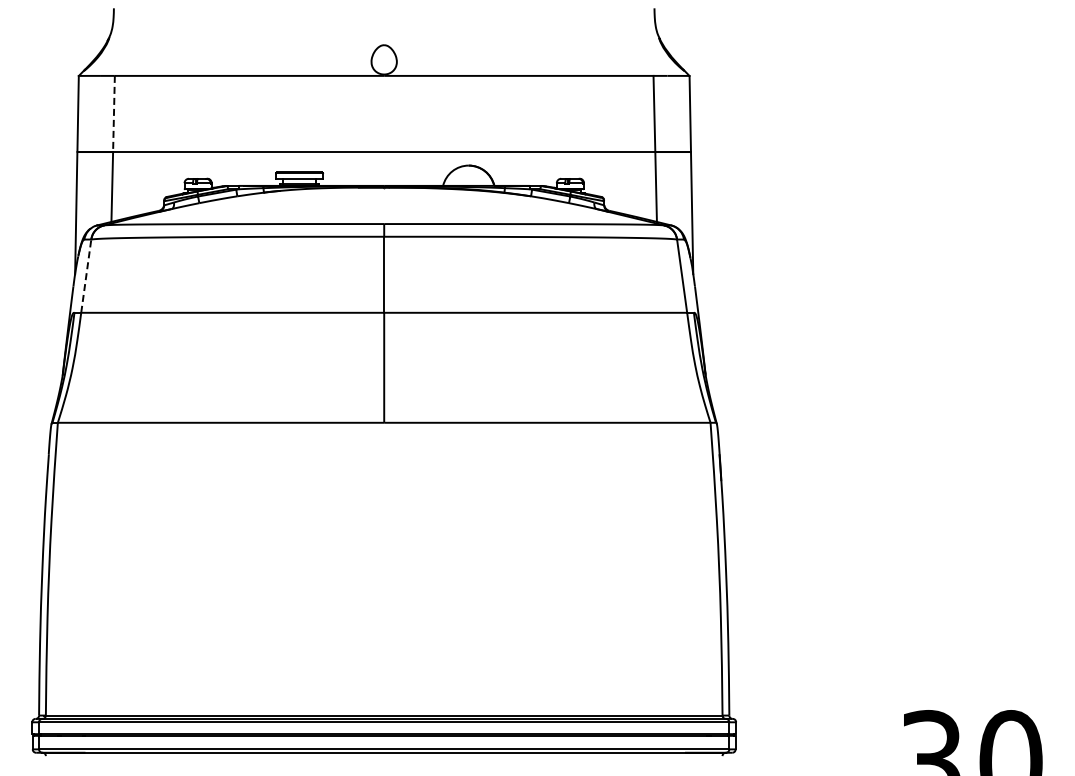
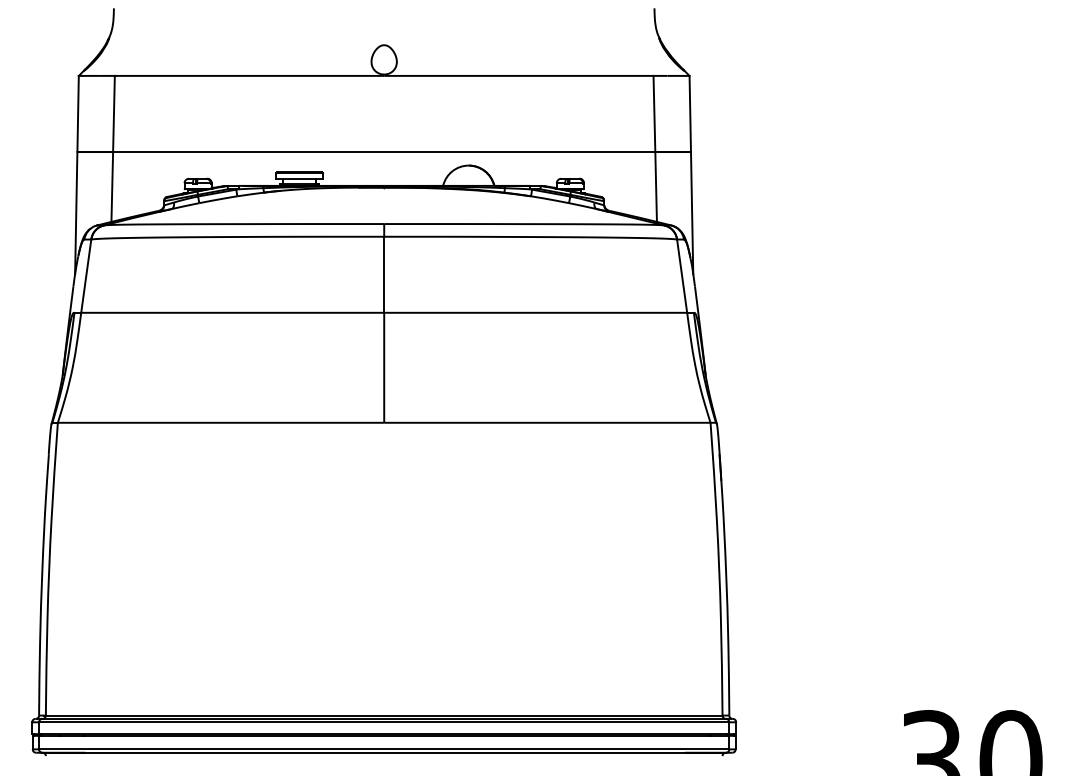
line at (113, 114): dashed -> solid
line at (86, 276): dashed -> solid
